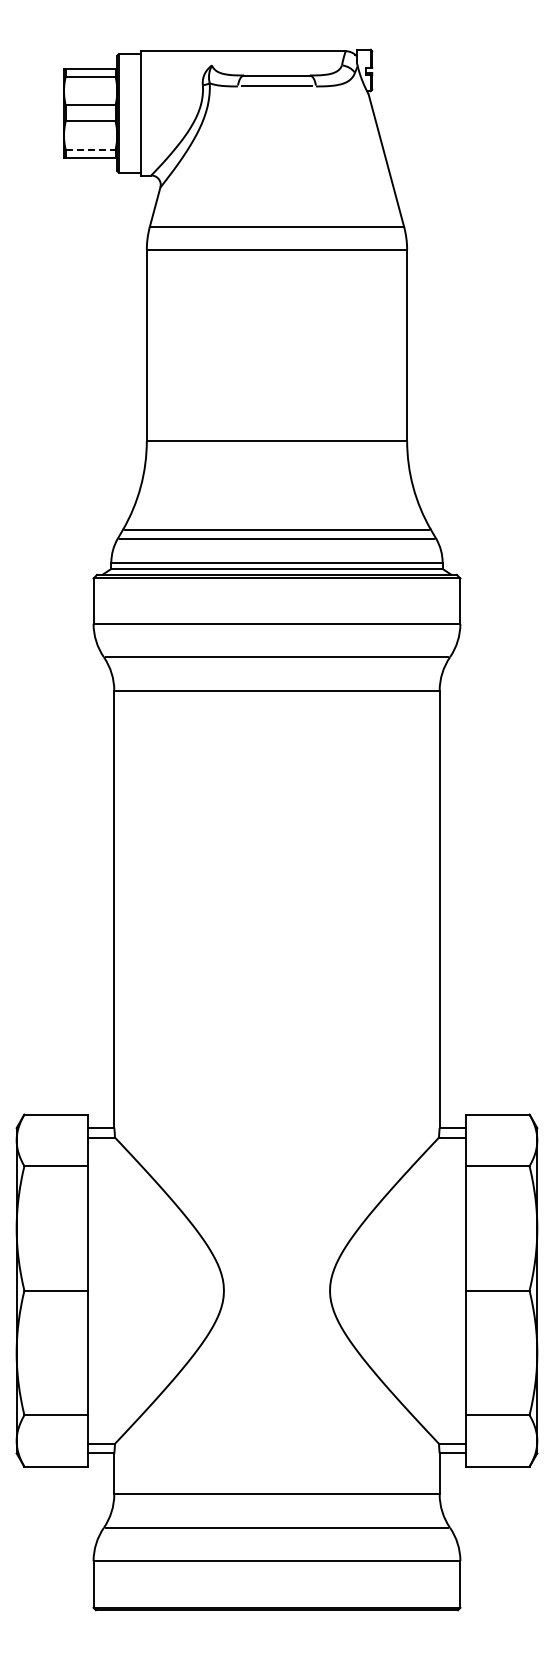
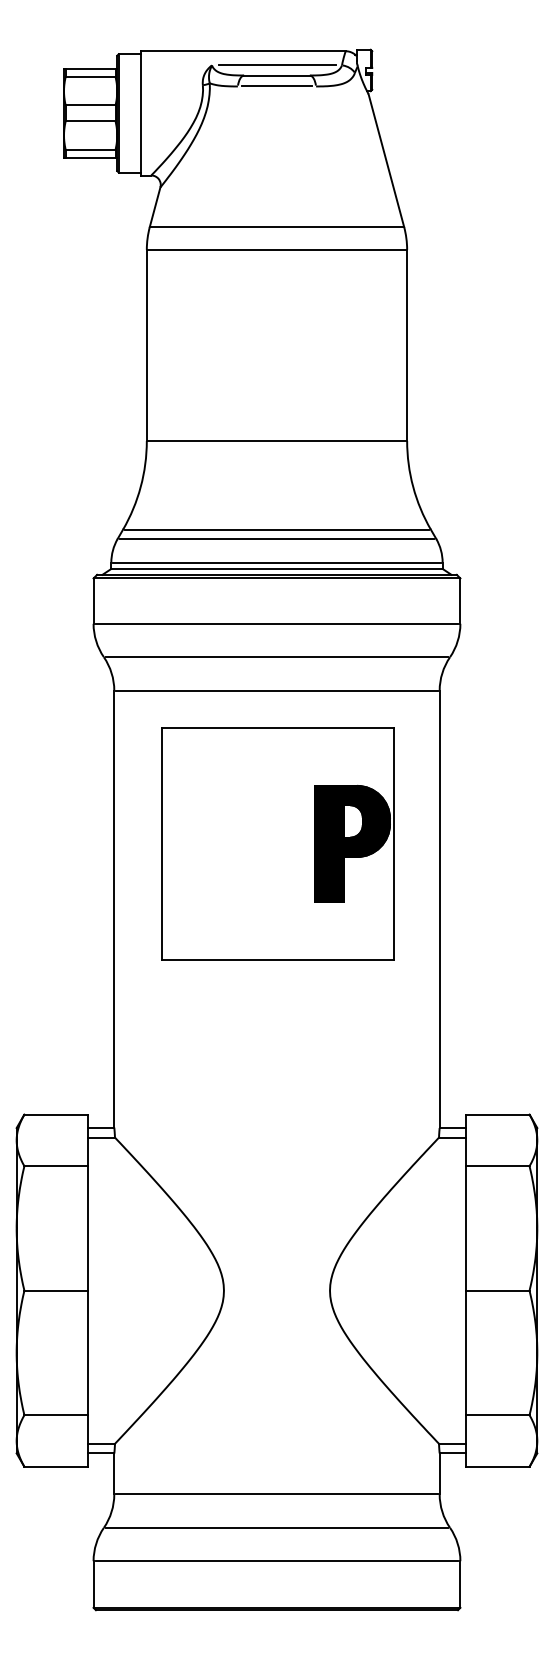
line at (276, 65): none -> present
line at (90, 149): dashed -> solid
part at (277, 843): none -> present
